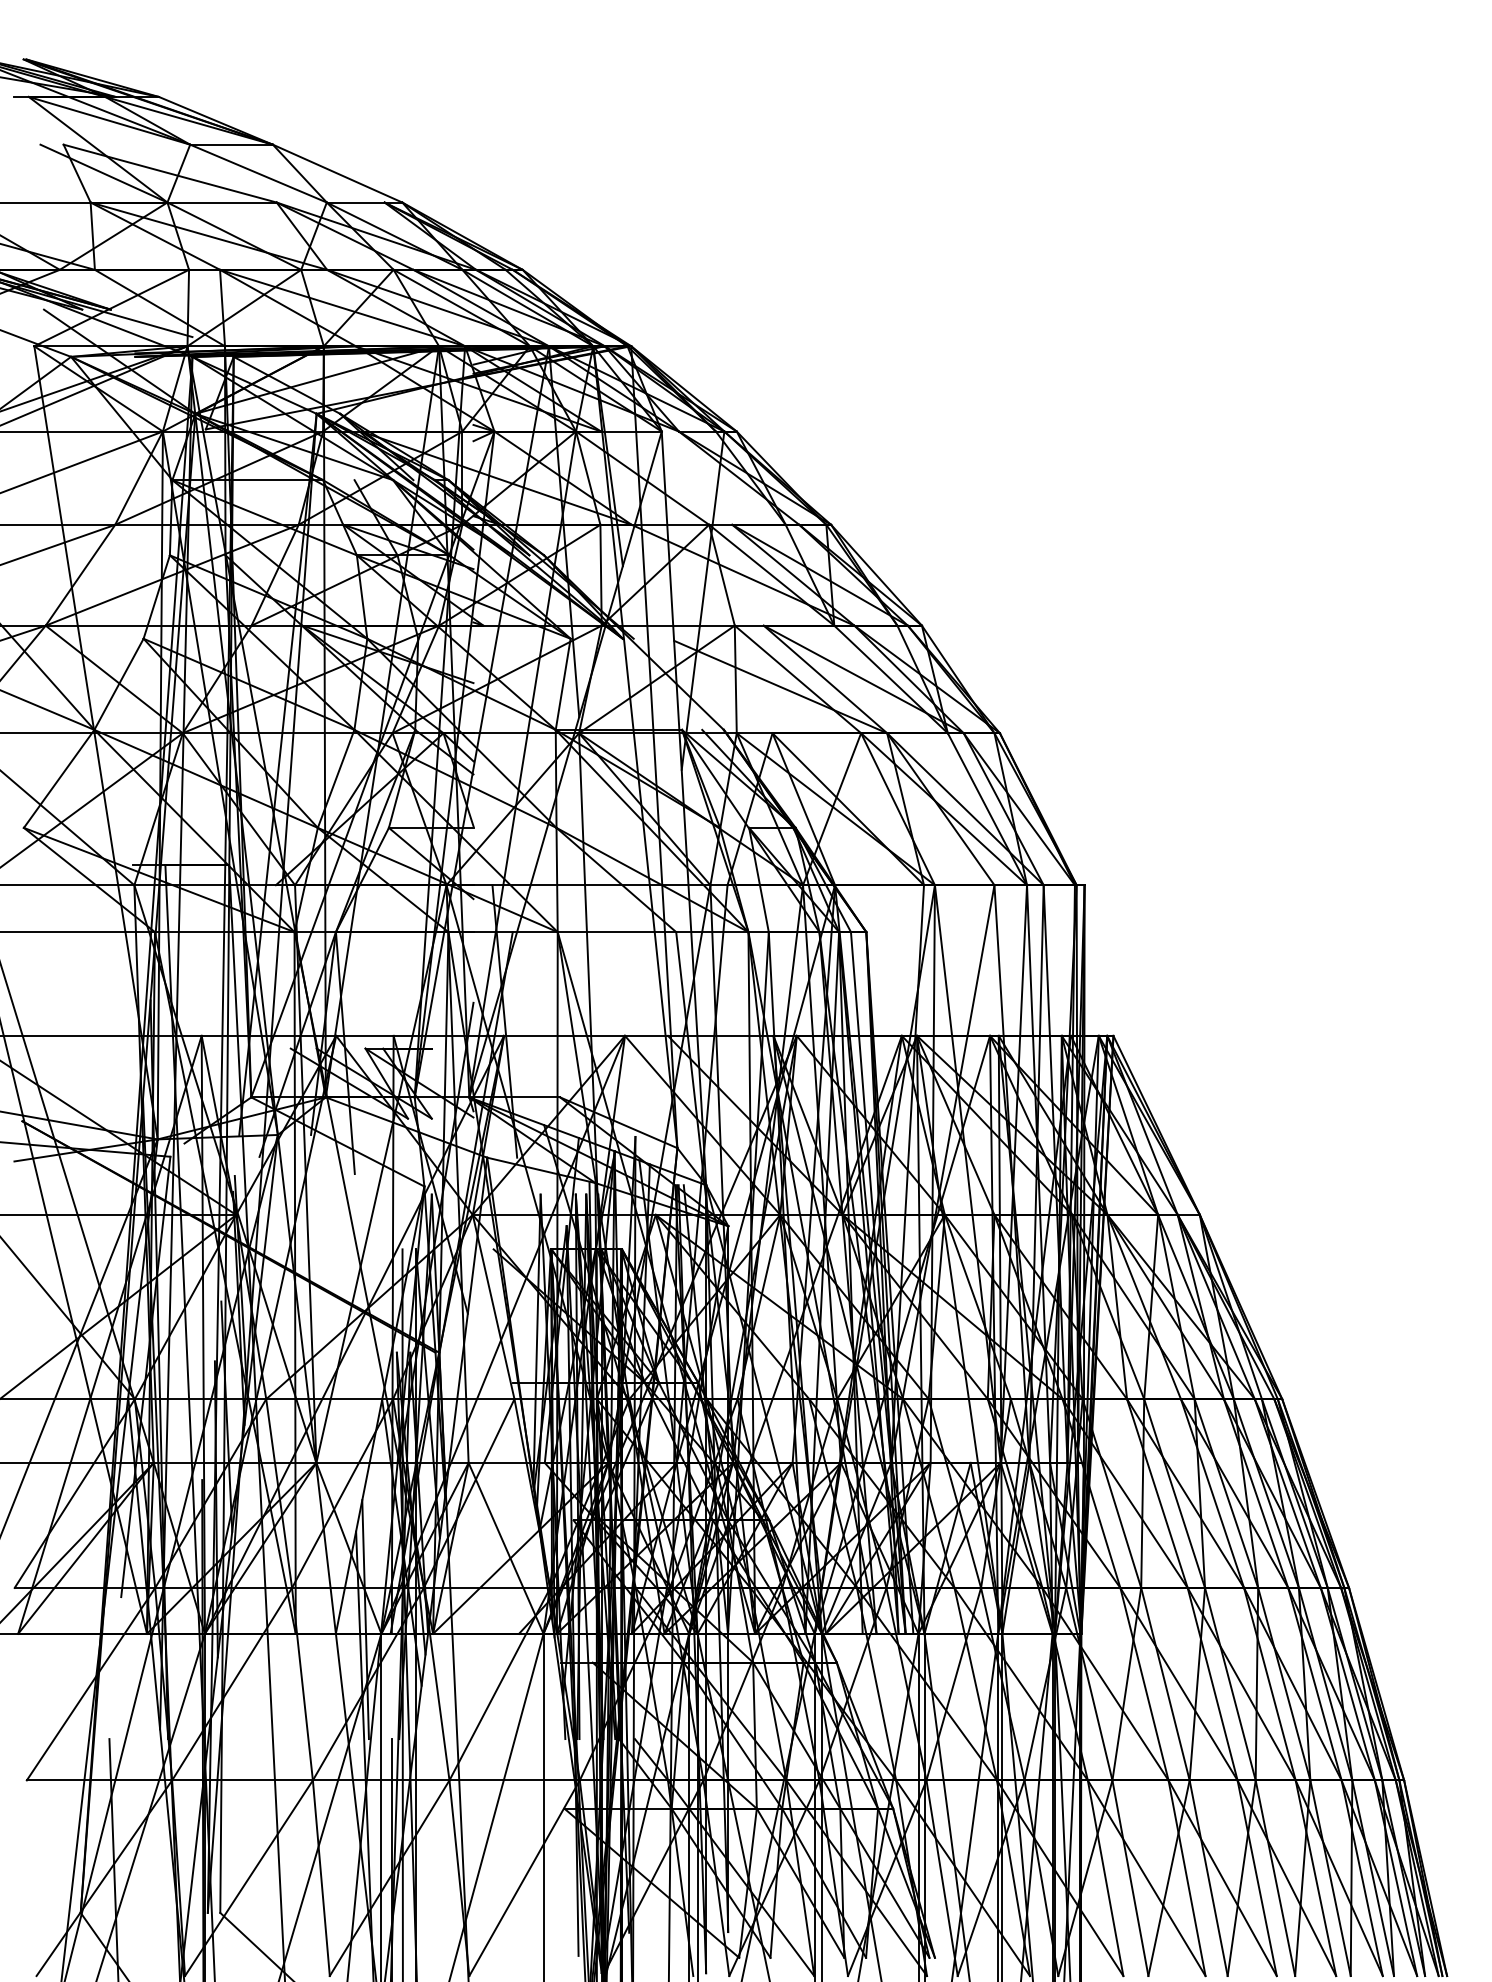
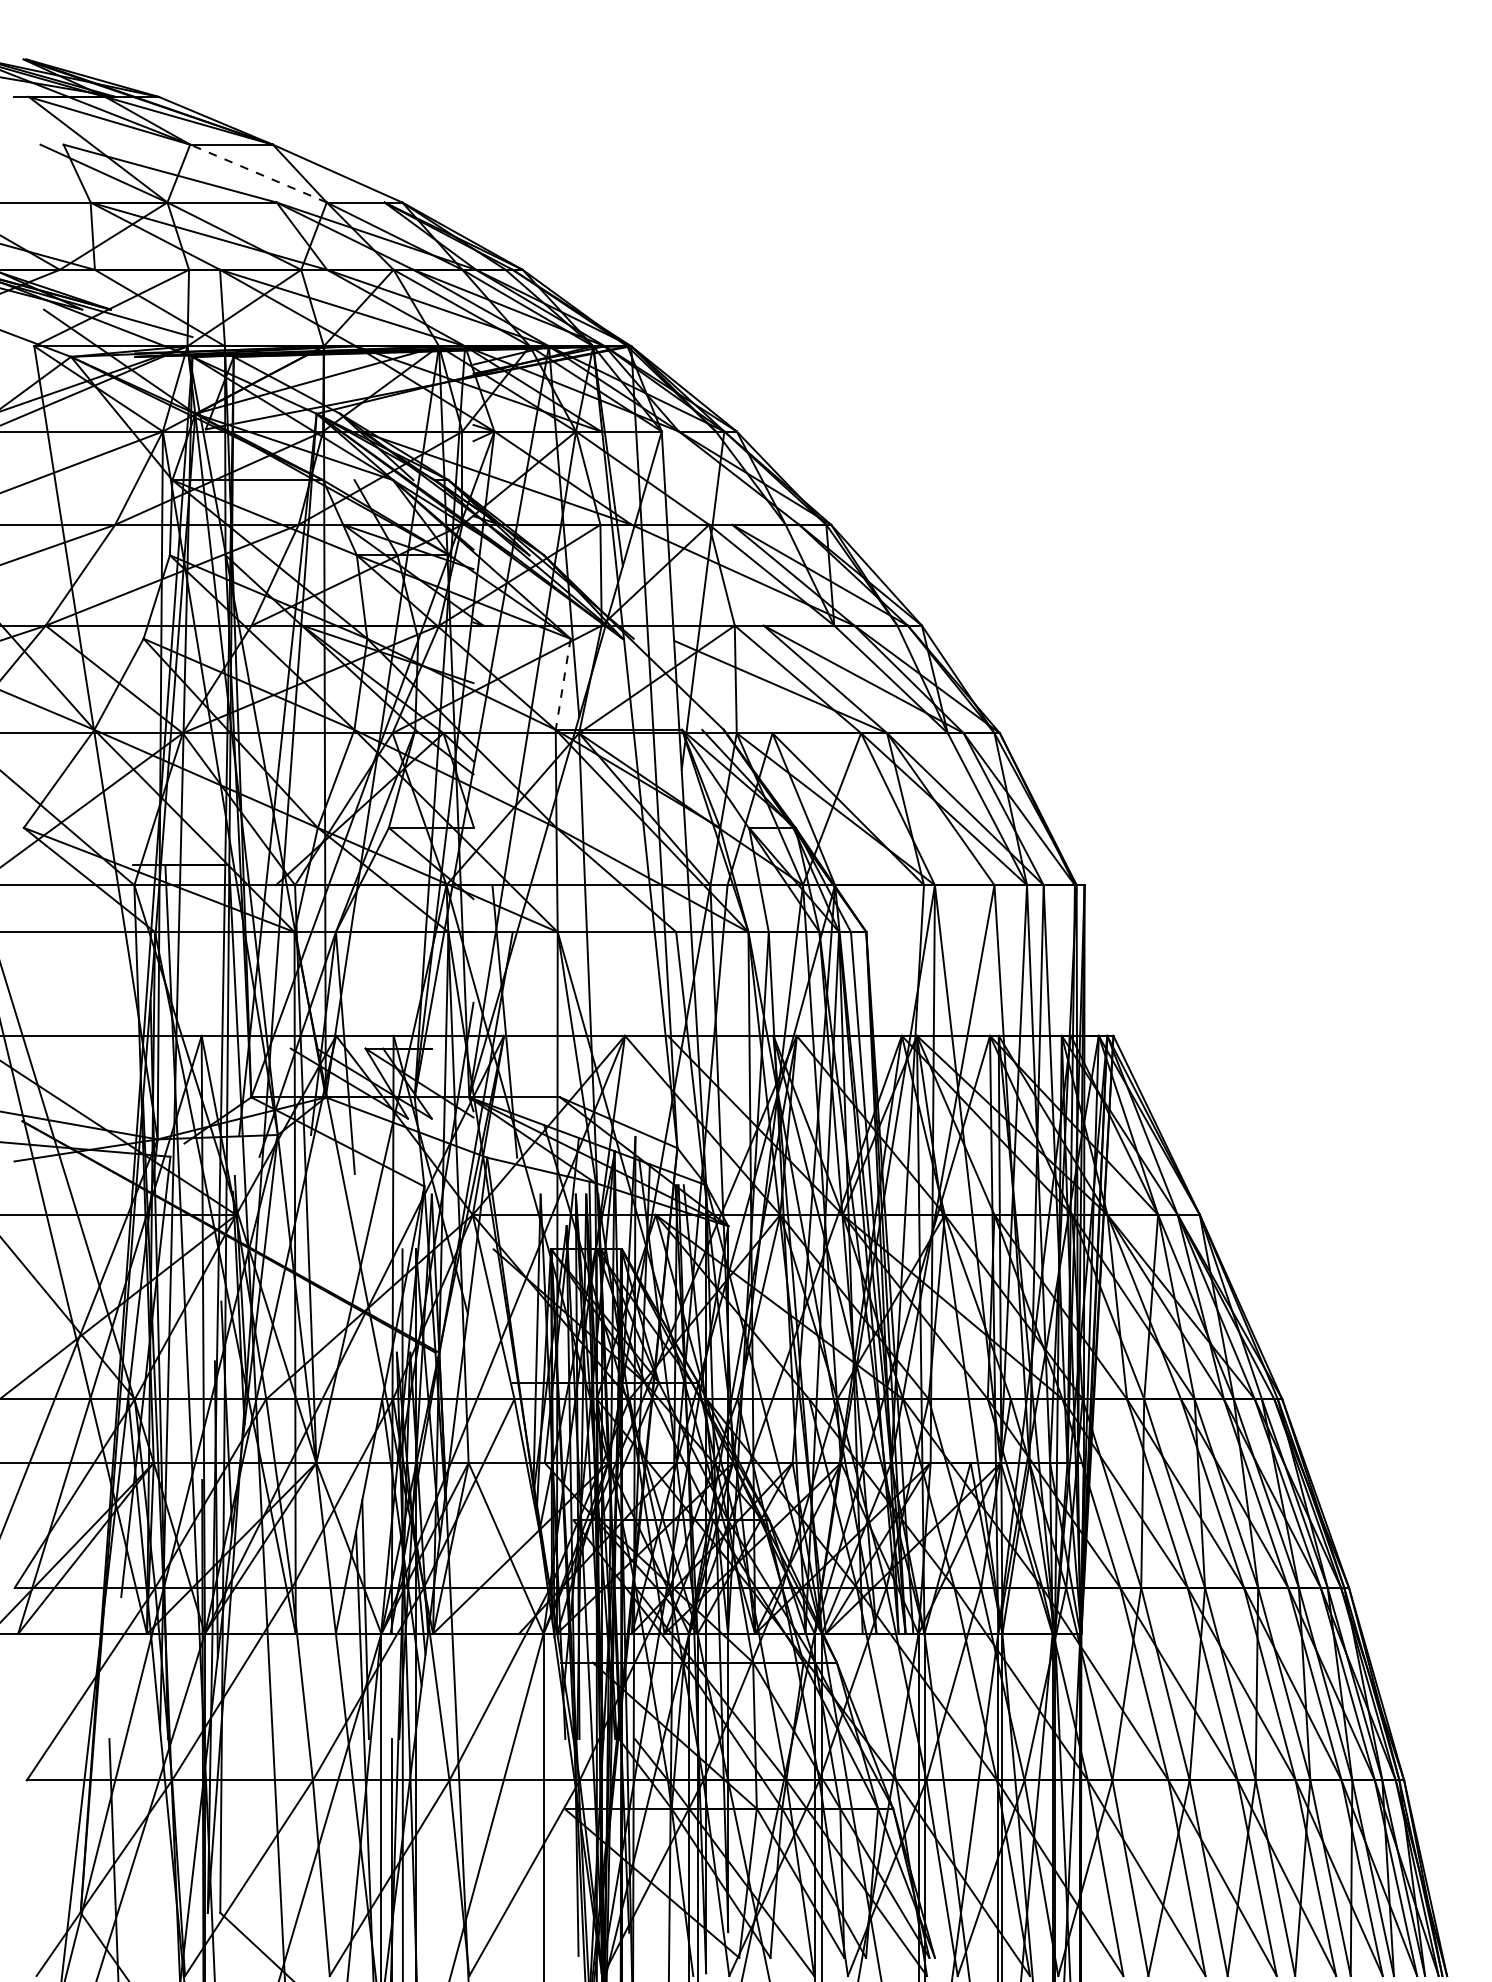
line at (258, 173): solid -> dashed
line at (563, 684): solid -> dashed
